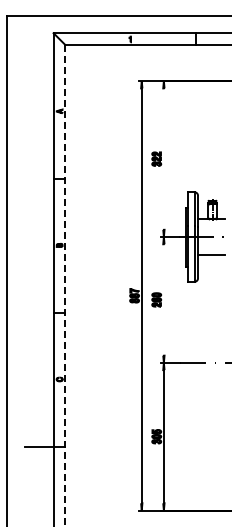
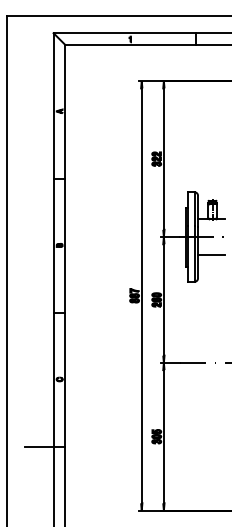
line at (163, 158): none -> present
line at (65, 285): dashed -> solid
line at (163, 299): none -> present
